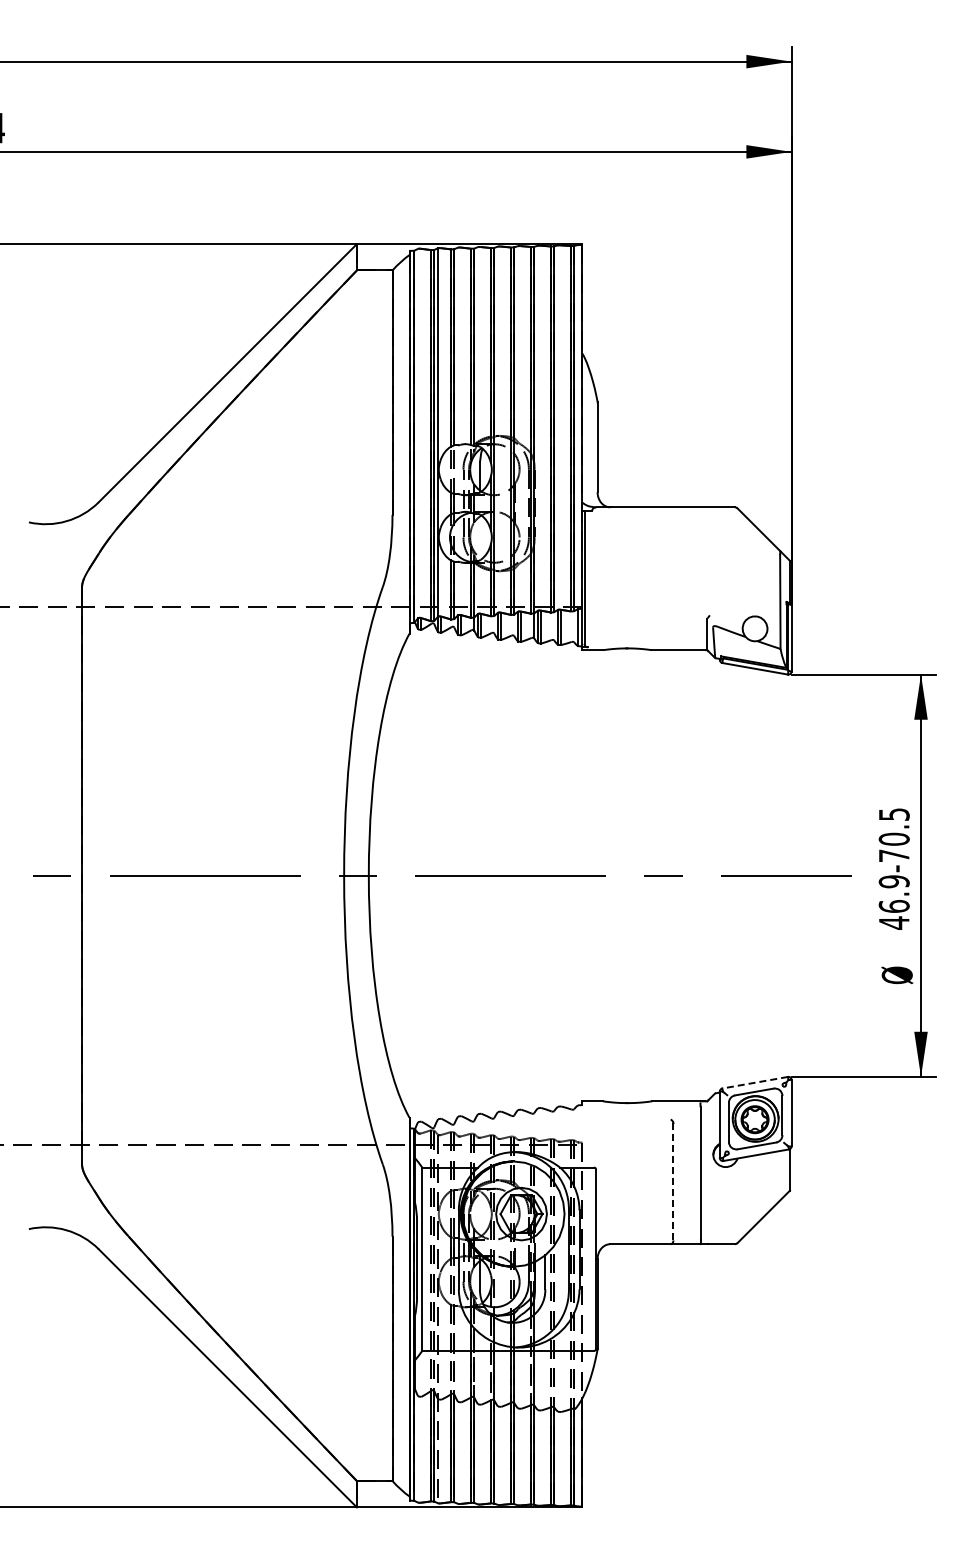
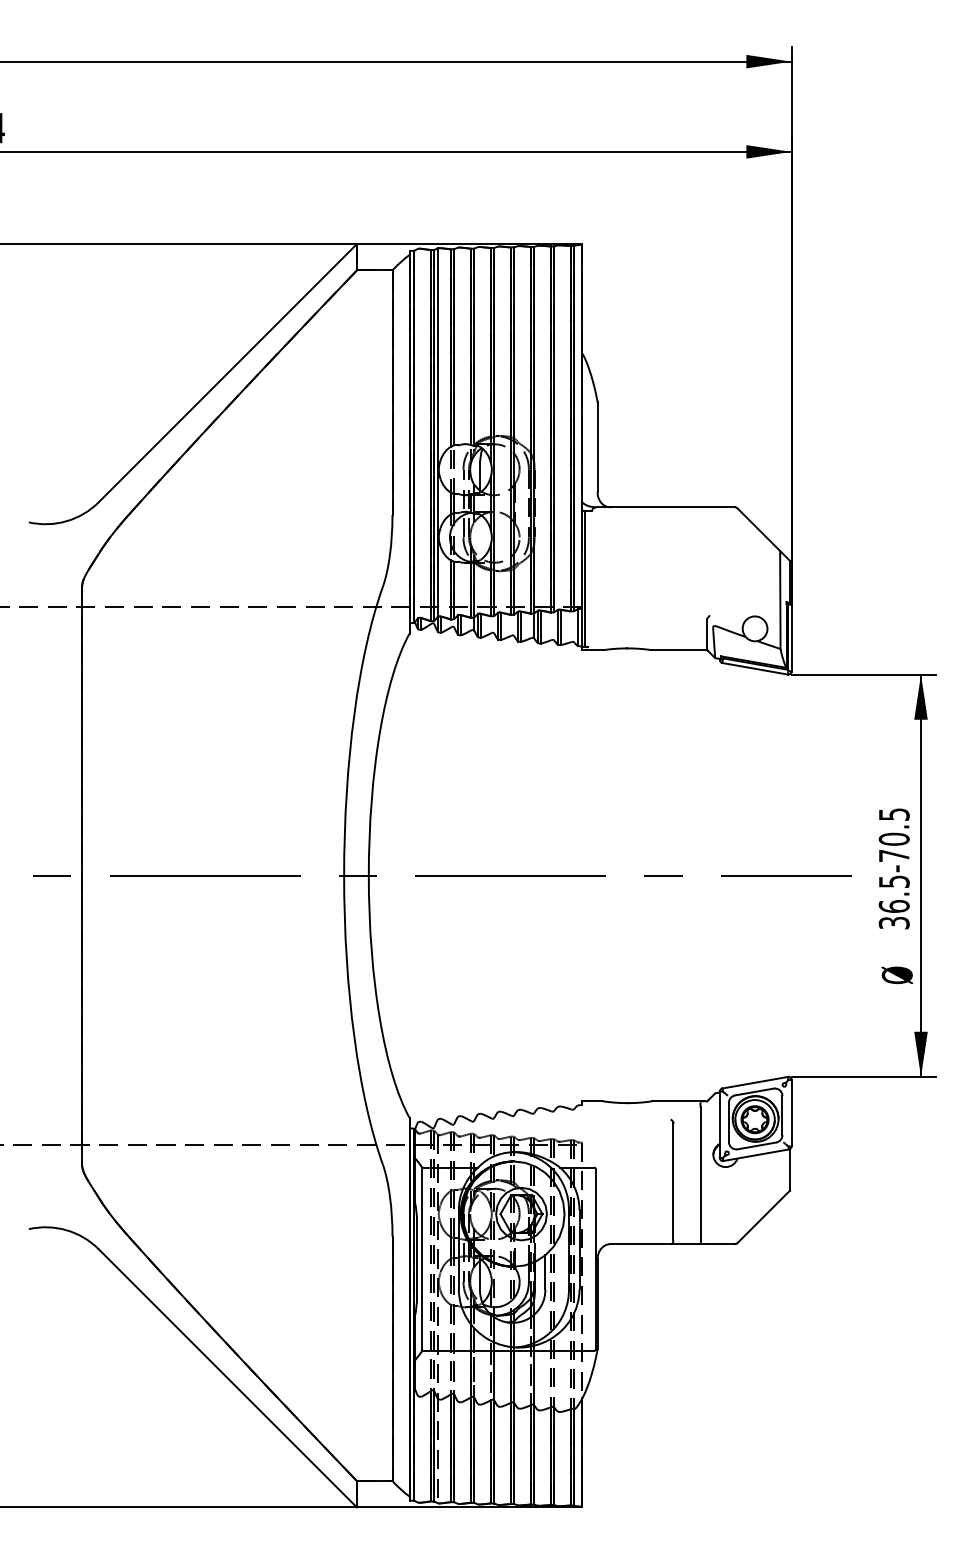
text at (893, 902): 46.9-70.5 -> 36.5-70.5
line at (754, 1082): dashed -> solid
line at (673, 1181): dashed -> solid
